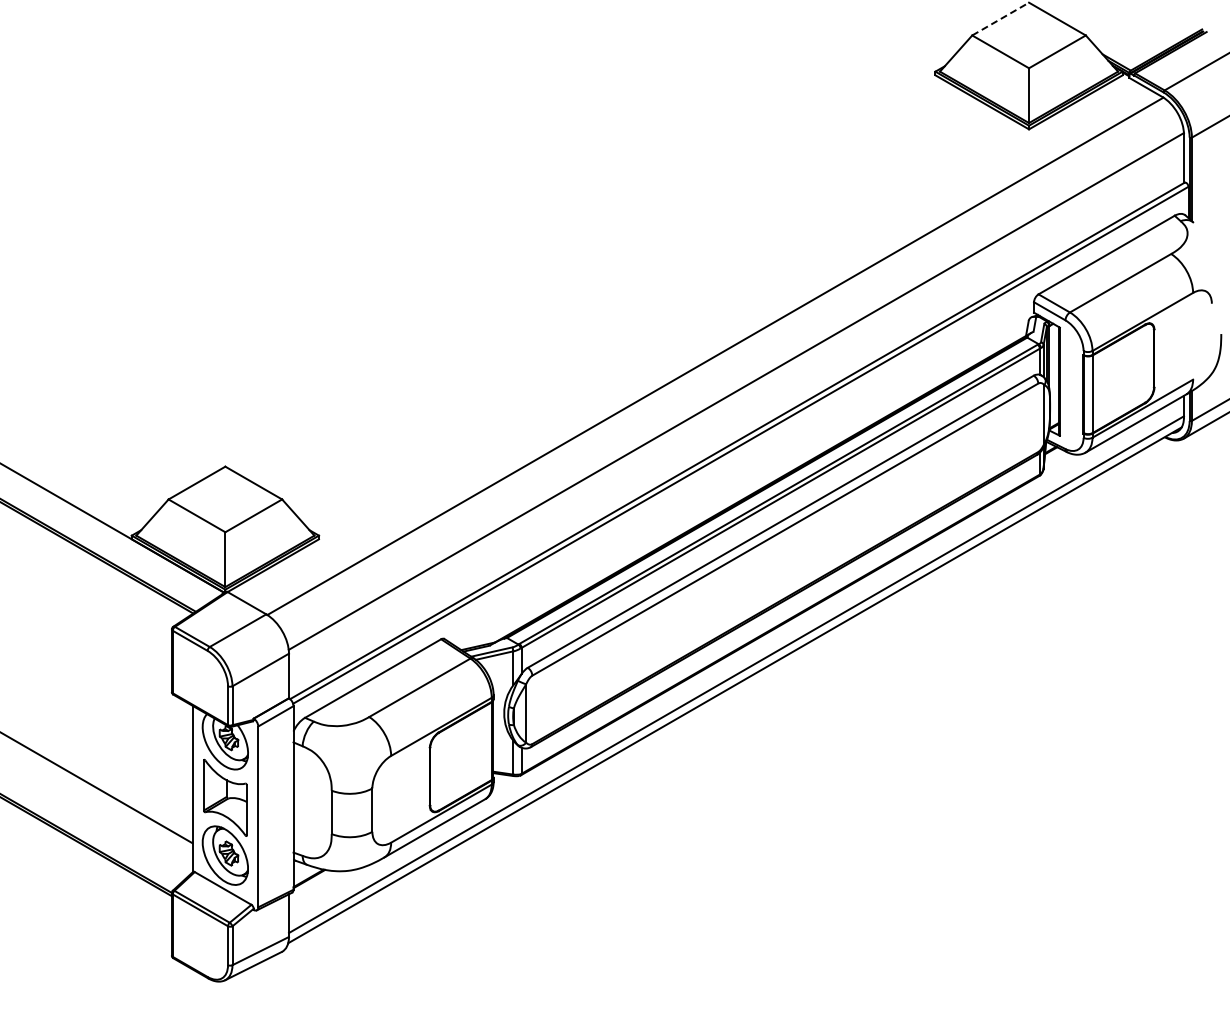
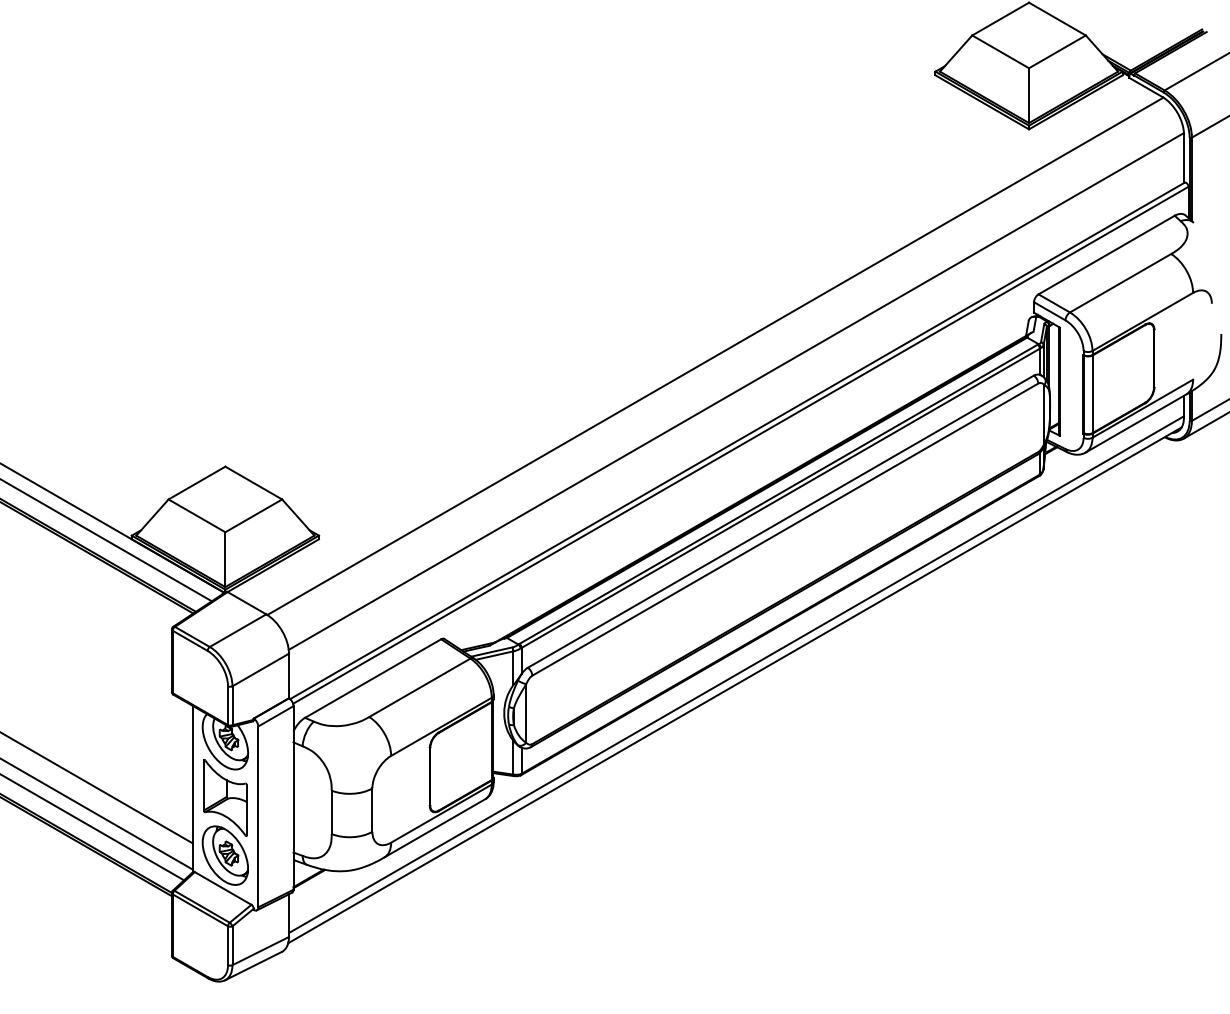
line at (1000, 19): dashed -> solid
line at (106, 540): none -> present
line at (97, 814): none -> present
line at (93, 827): none -> present
